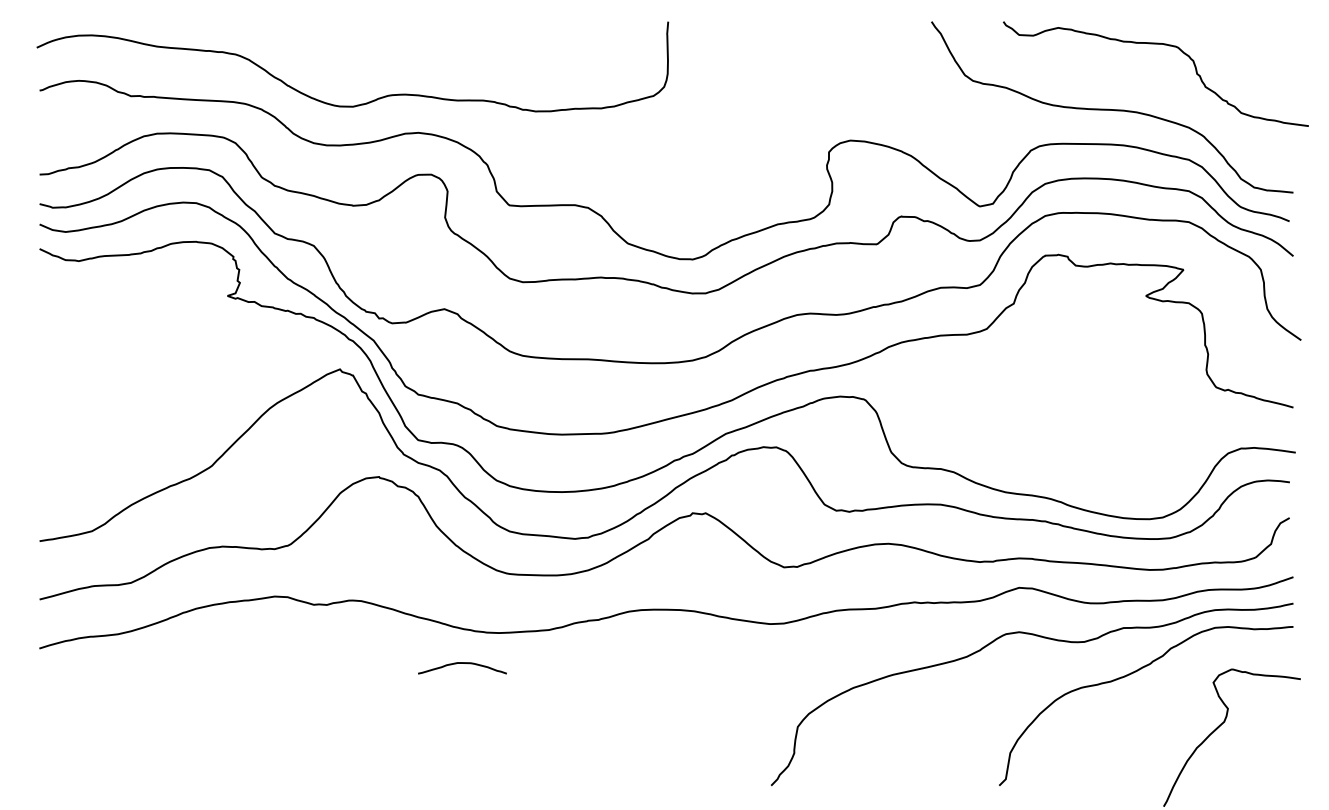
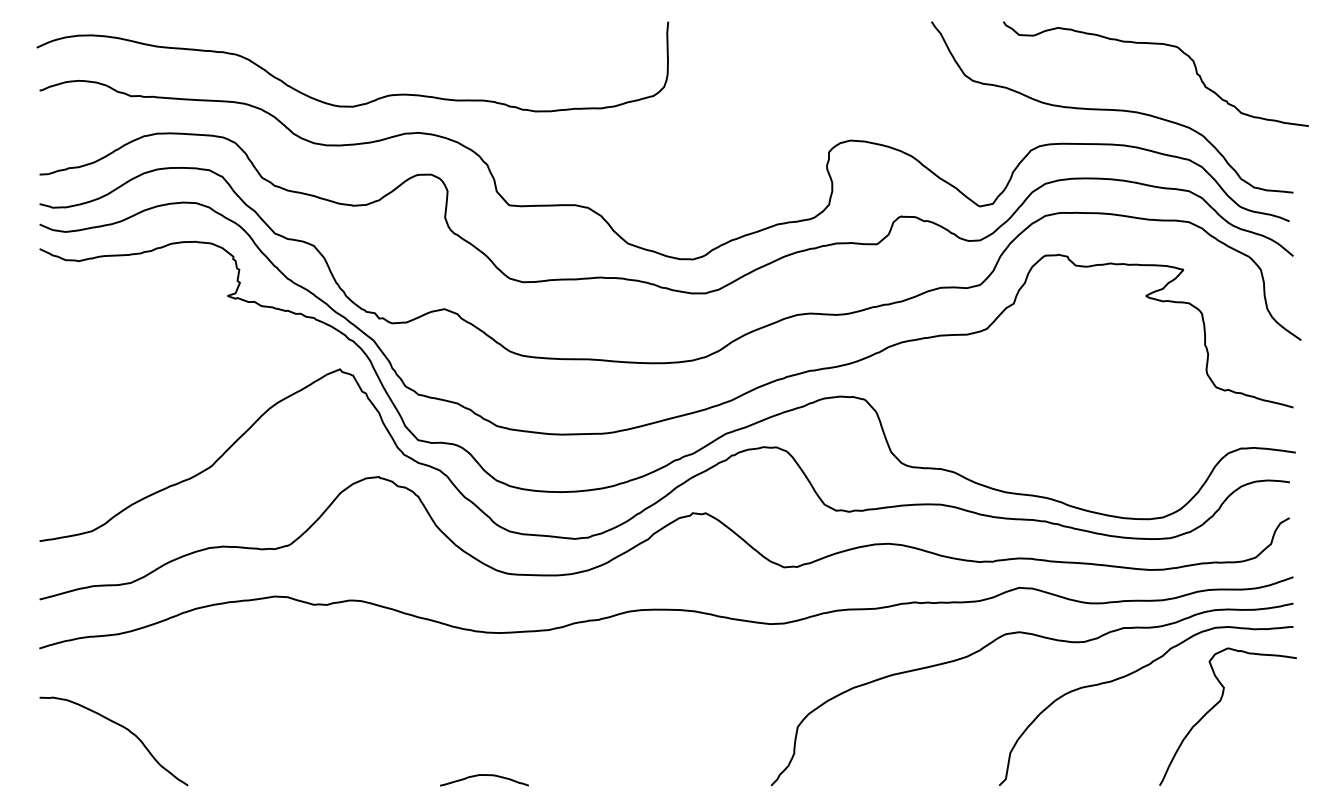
curve at (462, 663) position: (462, 663) -> (484, 775)
curve at (120, 726): none -> present
curve at (1220, 726) position: (1220, 726) -> (1216, 705)
